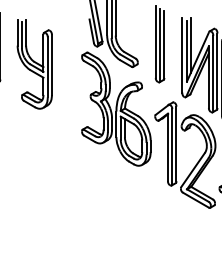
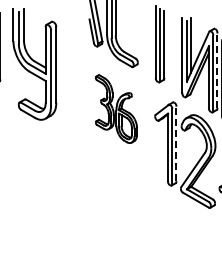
part at (34, 64) size: 37x91 px -> 46x113 px
line at (217, 70): solid -> dashed
part at (116, 108) size: 71x116 px -> 43x70 px
line at (176, 143): solid -> dashed
